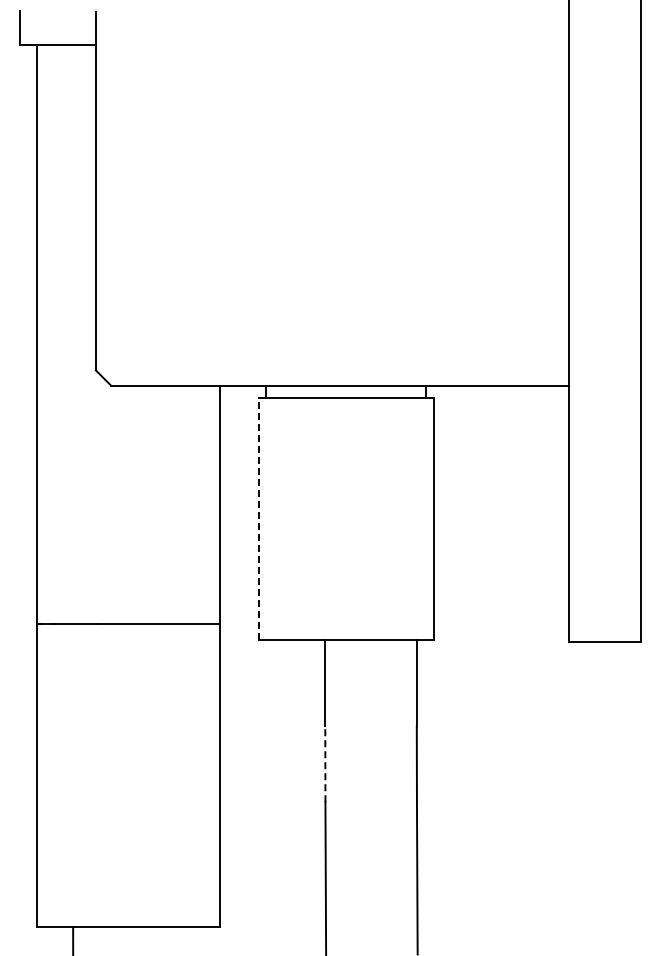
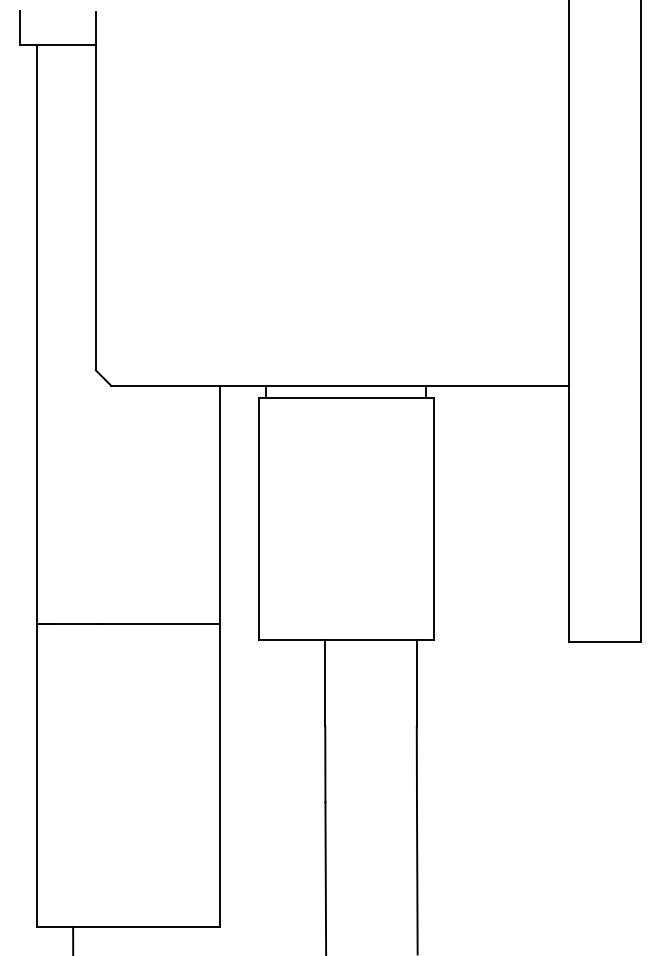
line at (258, 518): dashed -> solid
line at (325, 764): dashed -> solid
